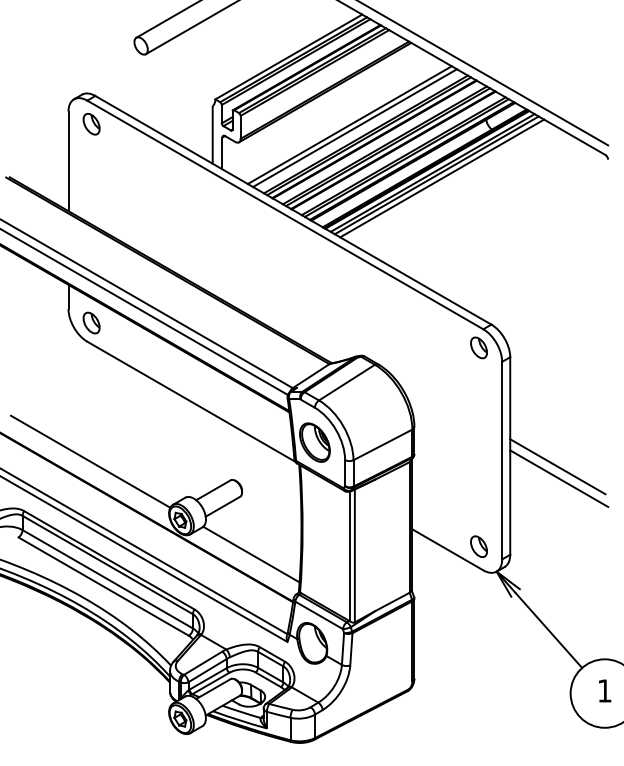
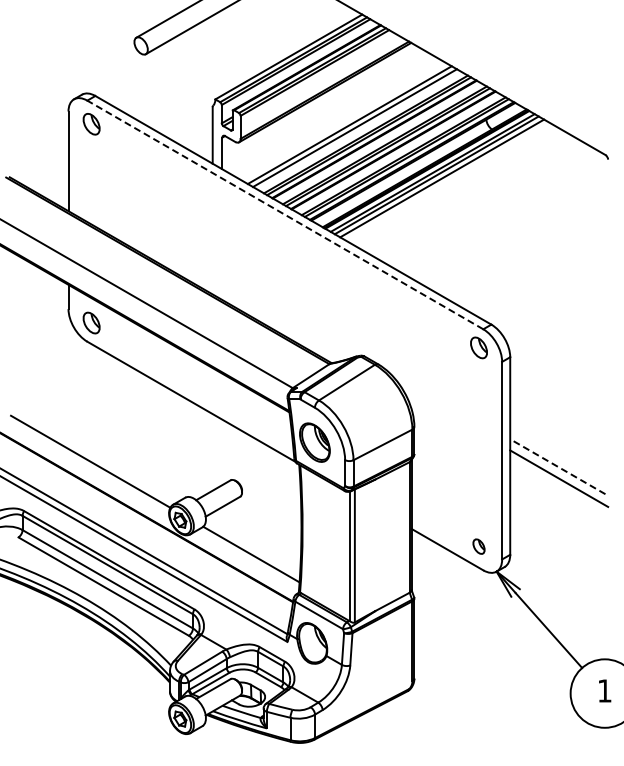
line at (484, 73): present -> none
line at (285, 214): solid -> dashed
line at (144, 312): present -> none
line at (557, 466): solid -> dashed
part at (478, 546) size: 18x23 px -> 14x17 px
